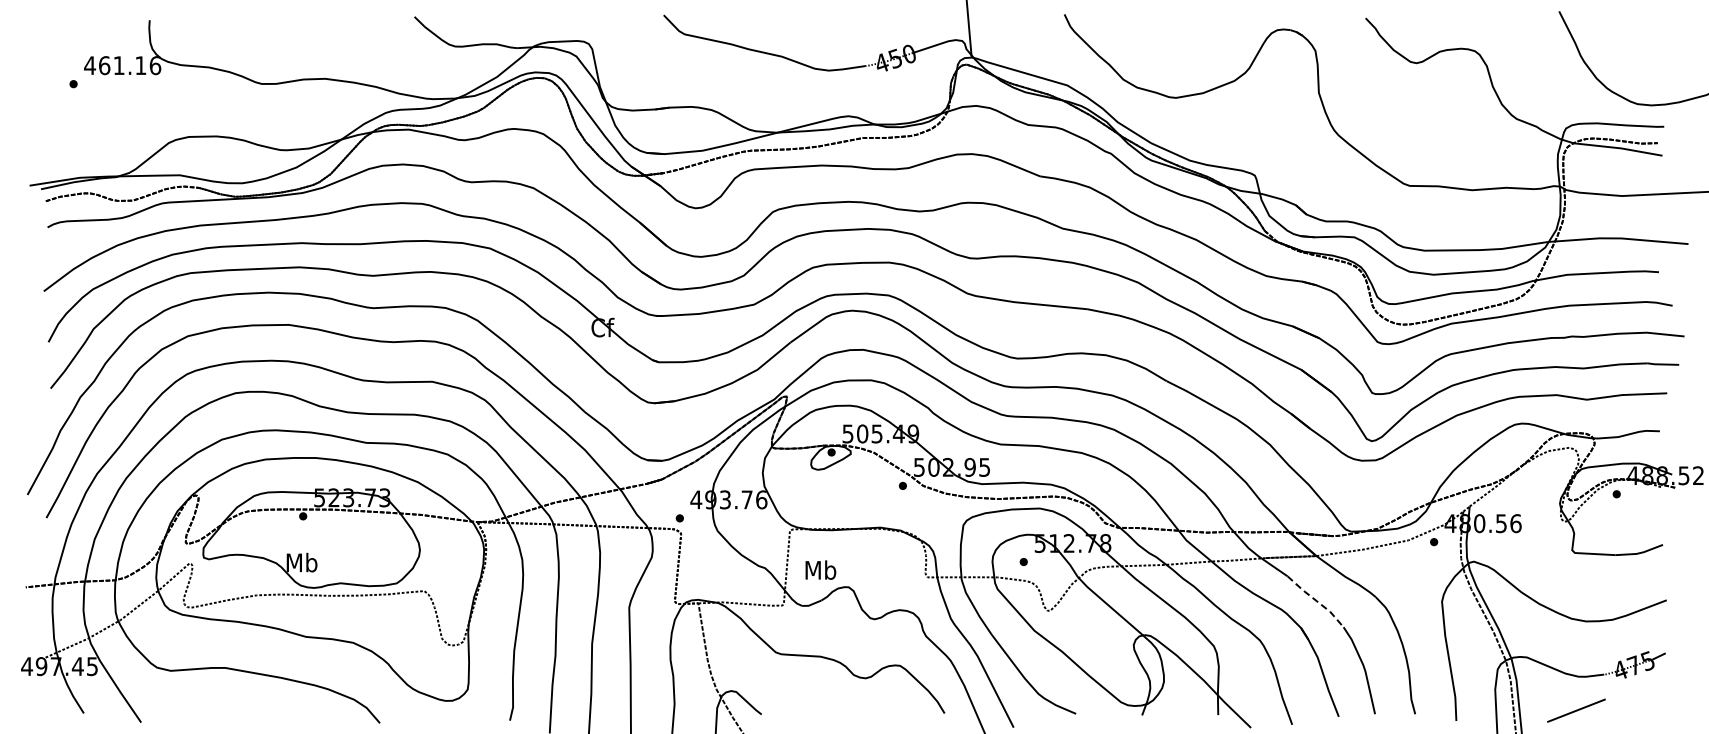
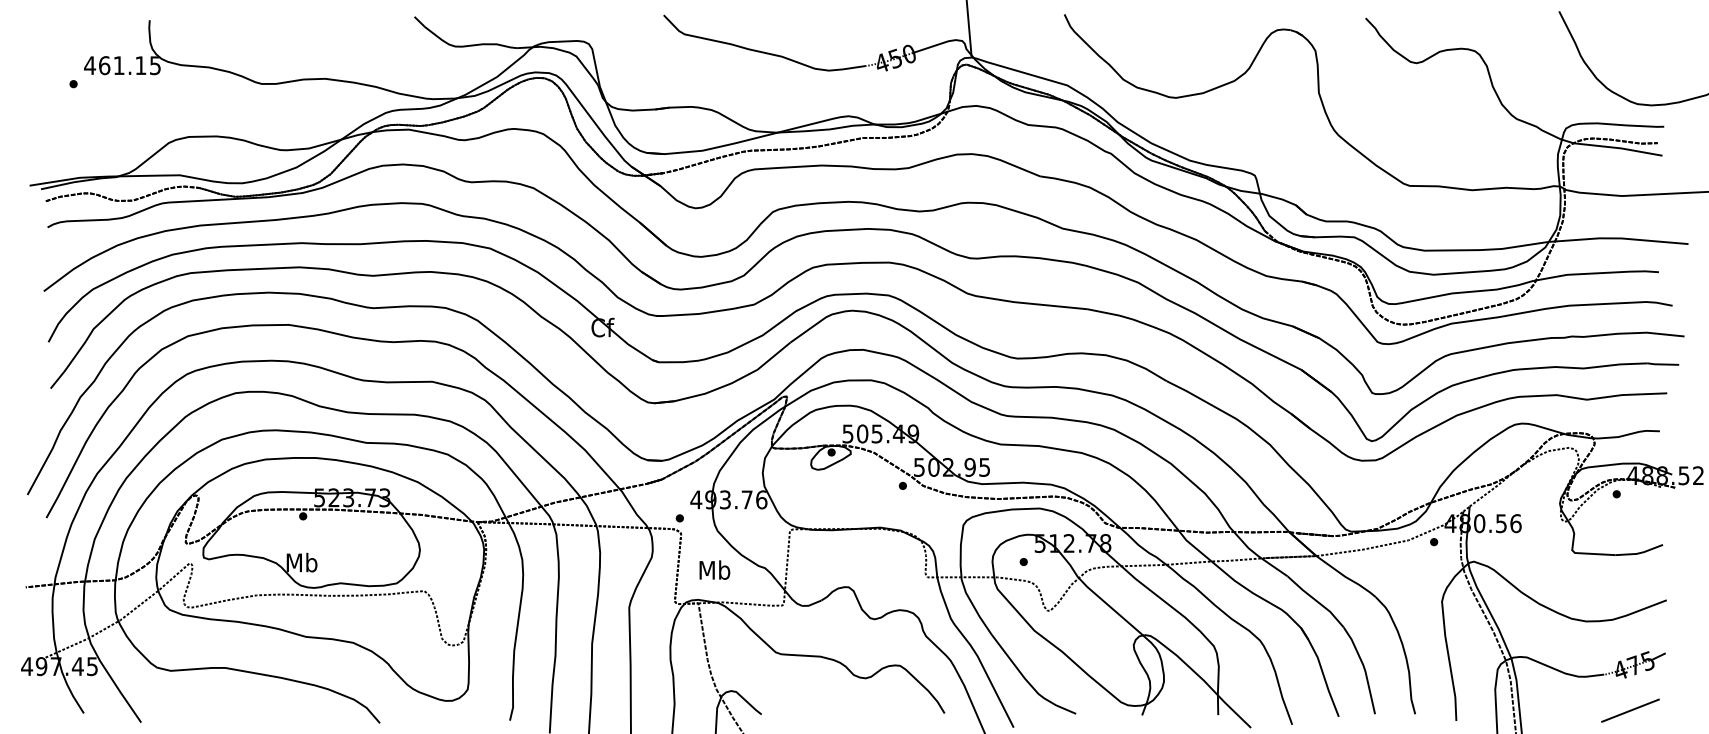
text at (155, 65): 461.16 -> 461.15
text at (820, 569) position: (820, 569) -> (714, 569)
line at (1316, 601): dashed -> solid
line at (1576, 710) position: (1576, 710) -> (1630, 710)
